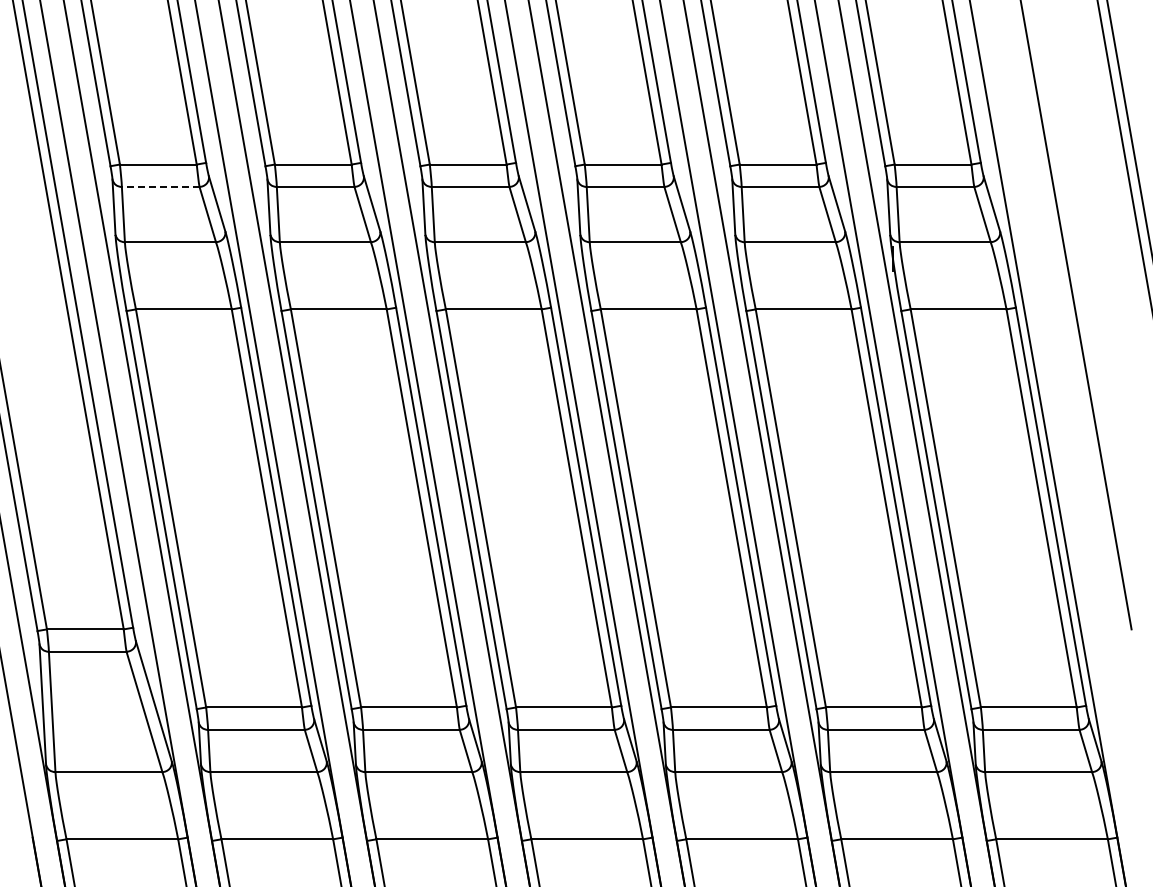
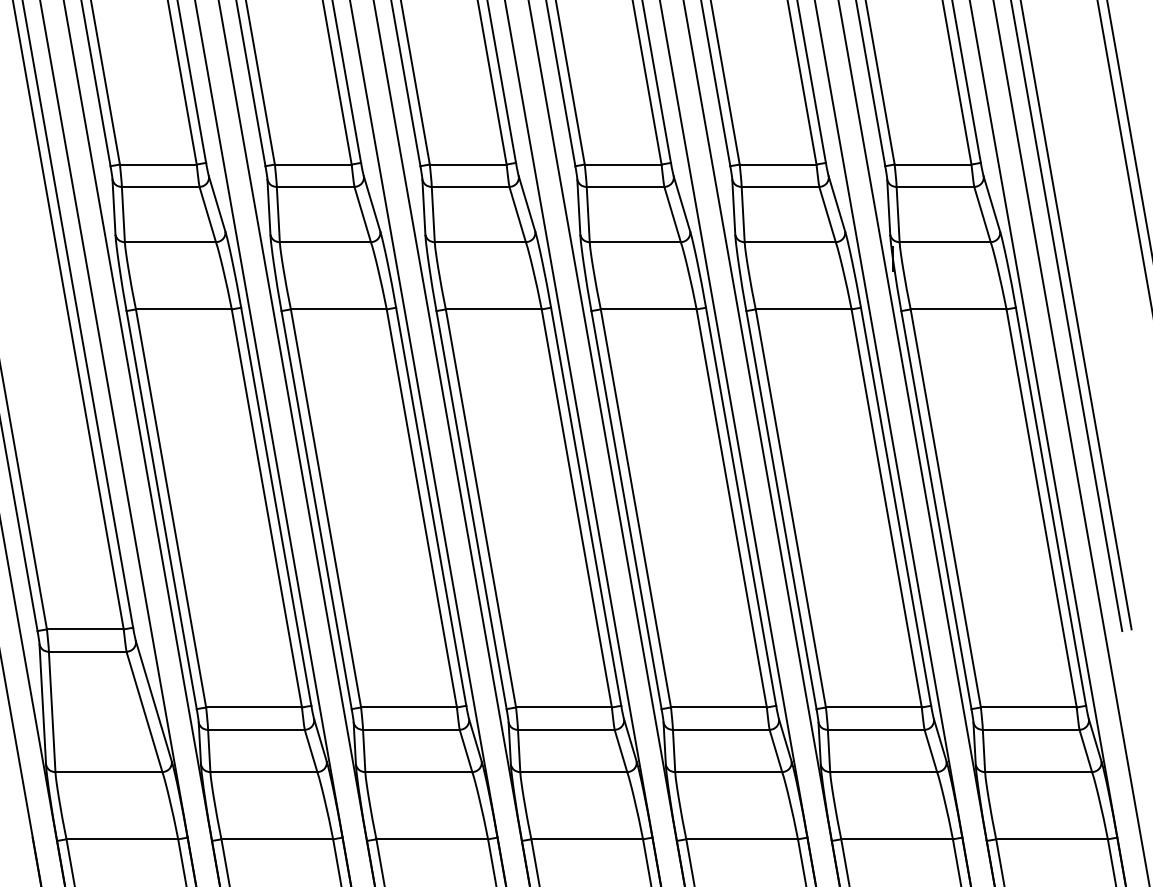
line at (160, 186): dashed -> solid
line at (1066, 316): none -> present
line at (1071, 442): none -> present
